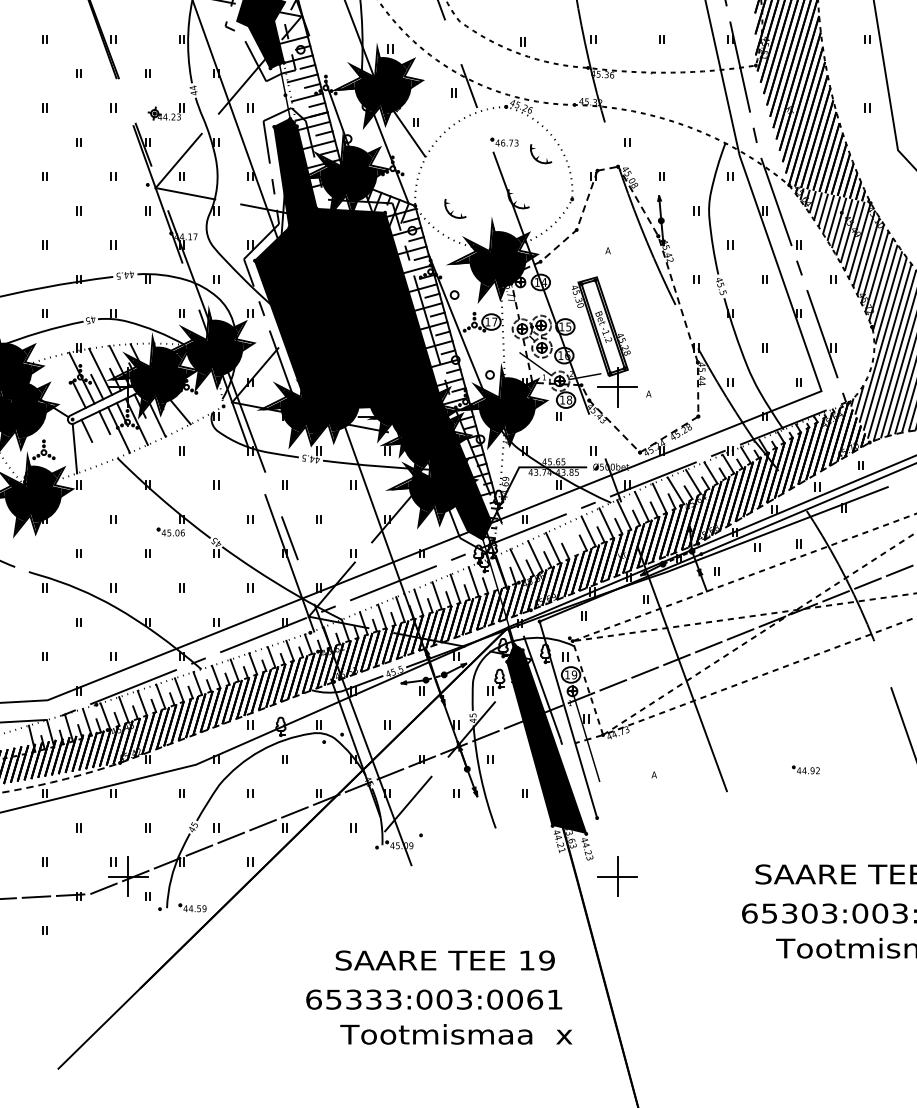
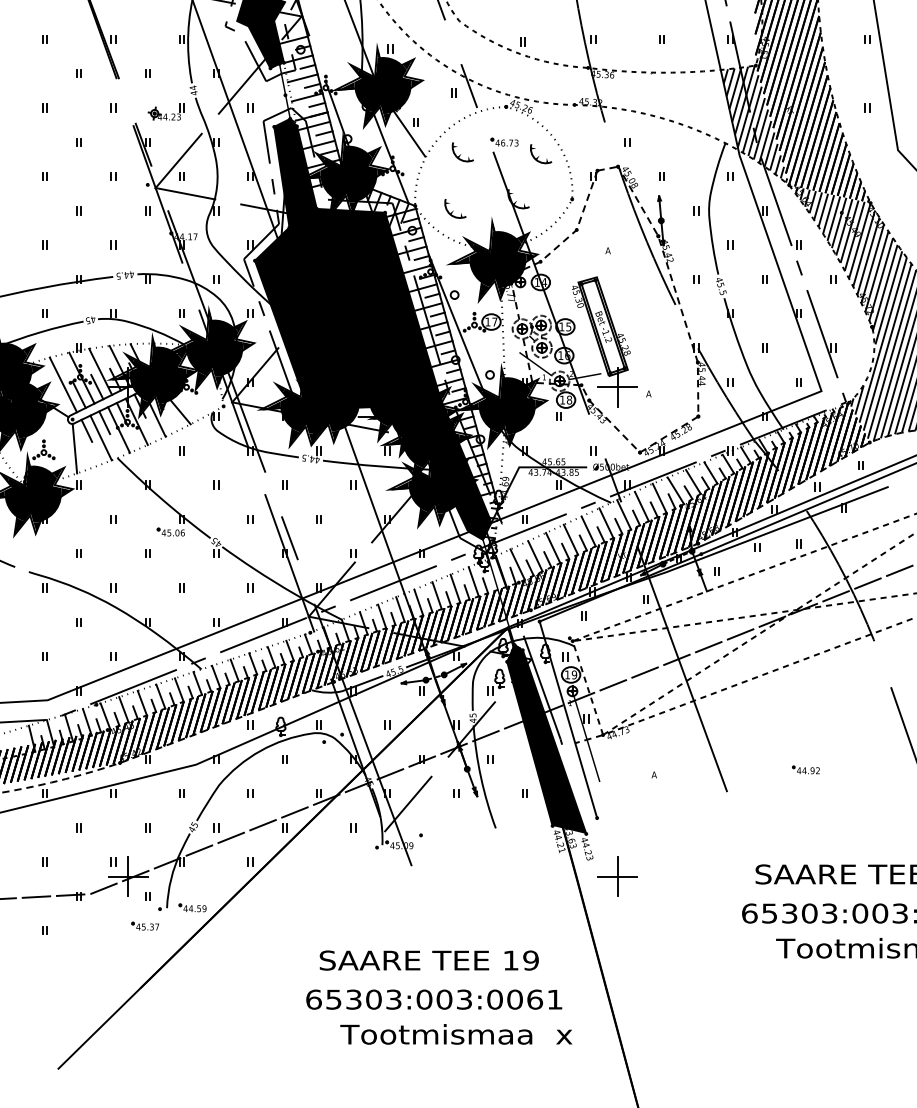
hatch at (753, 123): none -> present
part at (462, 152): none -> present
line at (62, 384): none -> present
line at (100, 437): none -> present
line at (570, 539): none -> present
part at (144, 925): none -> present
text at (444, 960) position: (444, 960) -> (428, 960)
text at (373, 999): 65333:003:0061 -> 65303:003:0061
